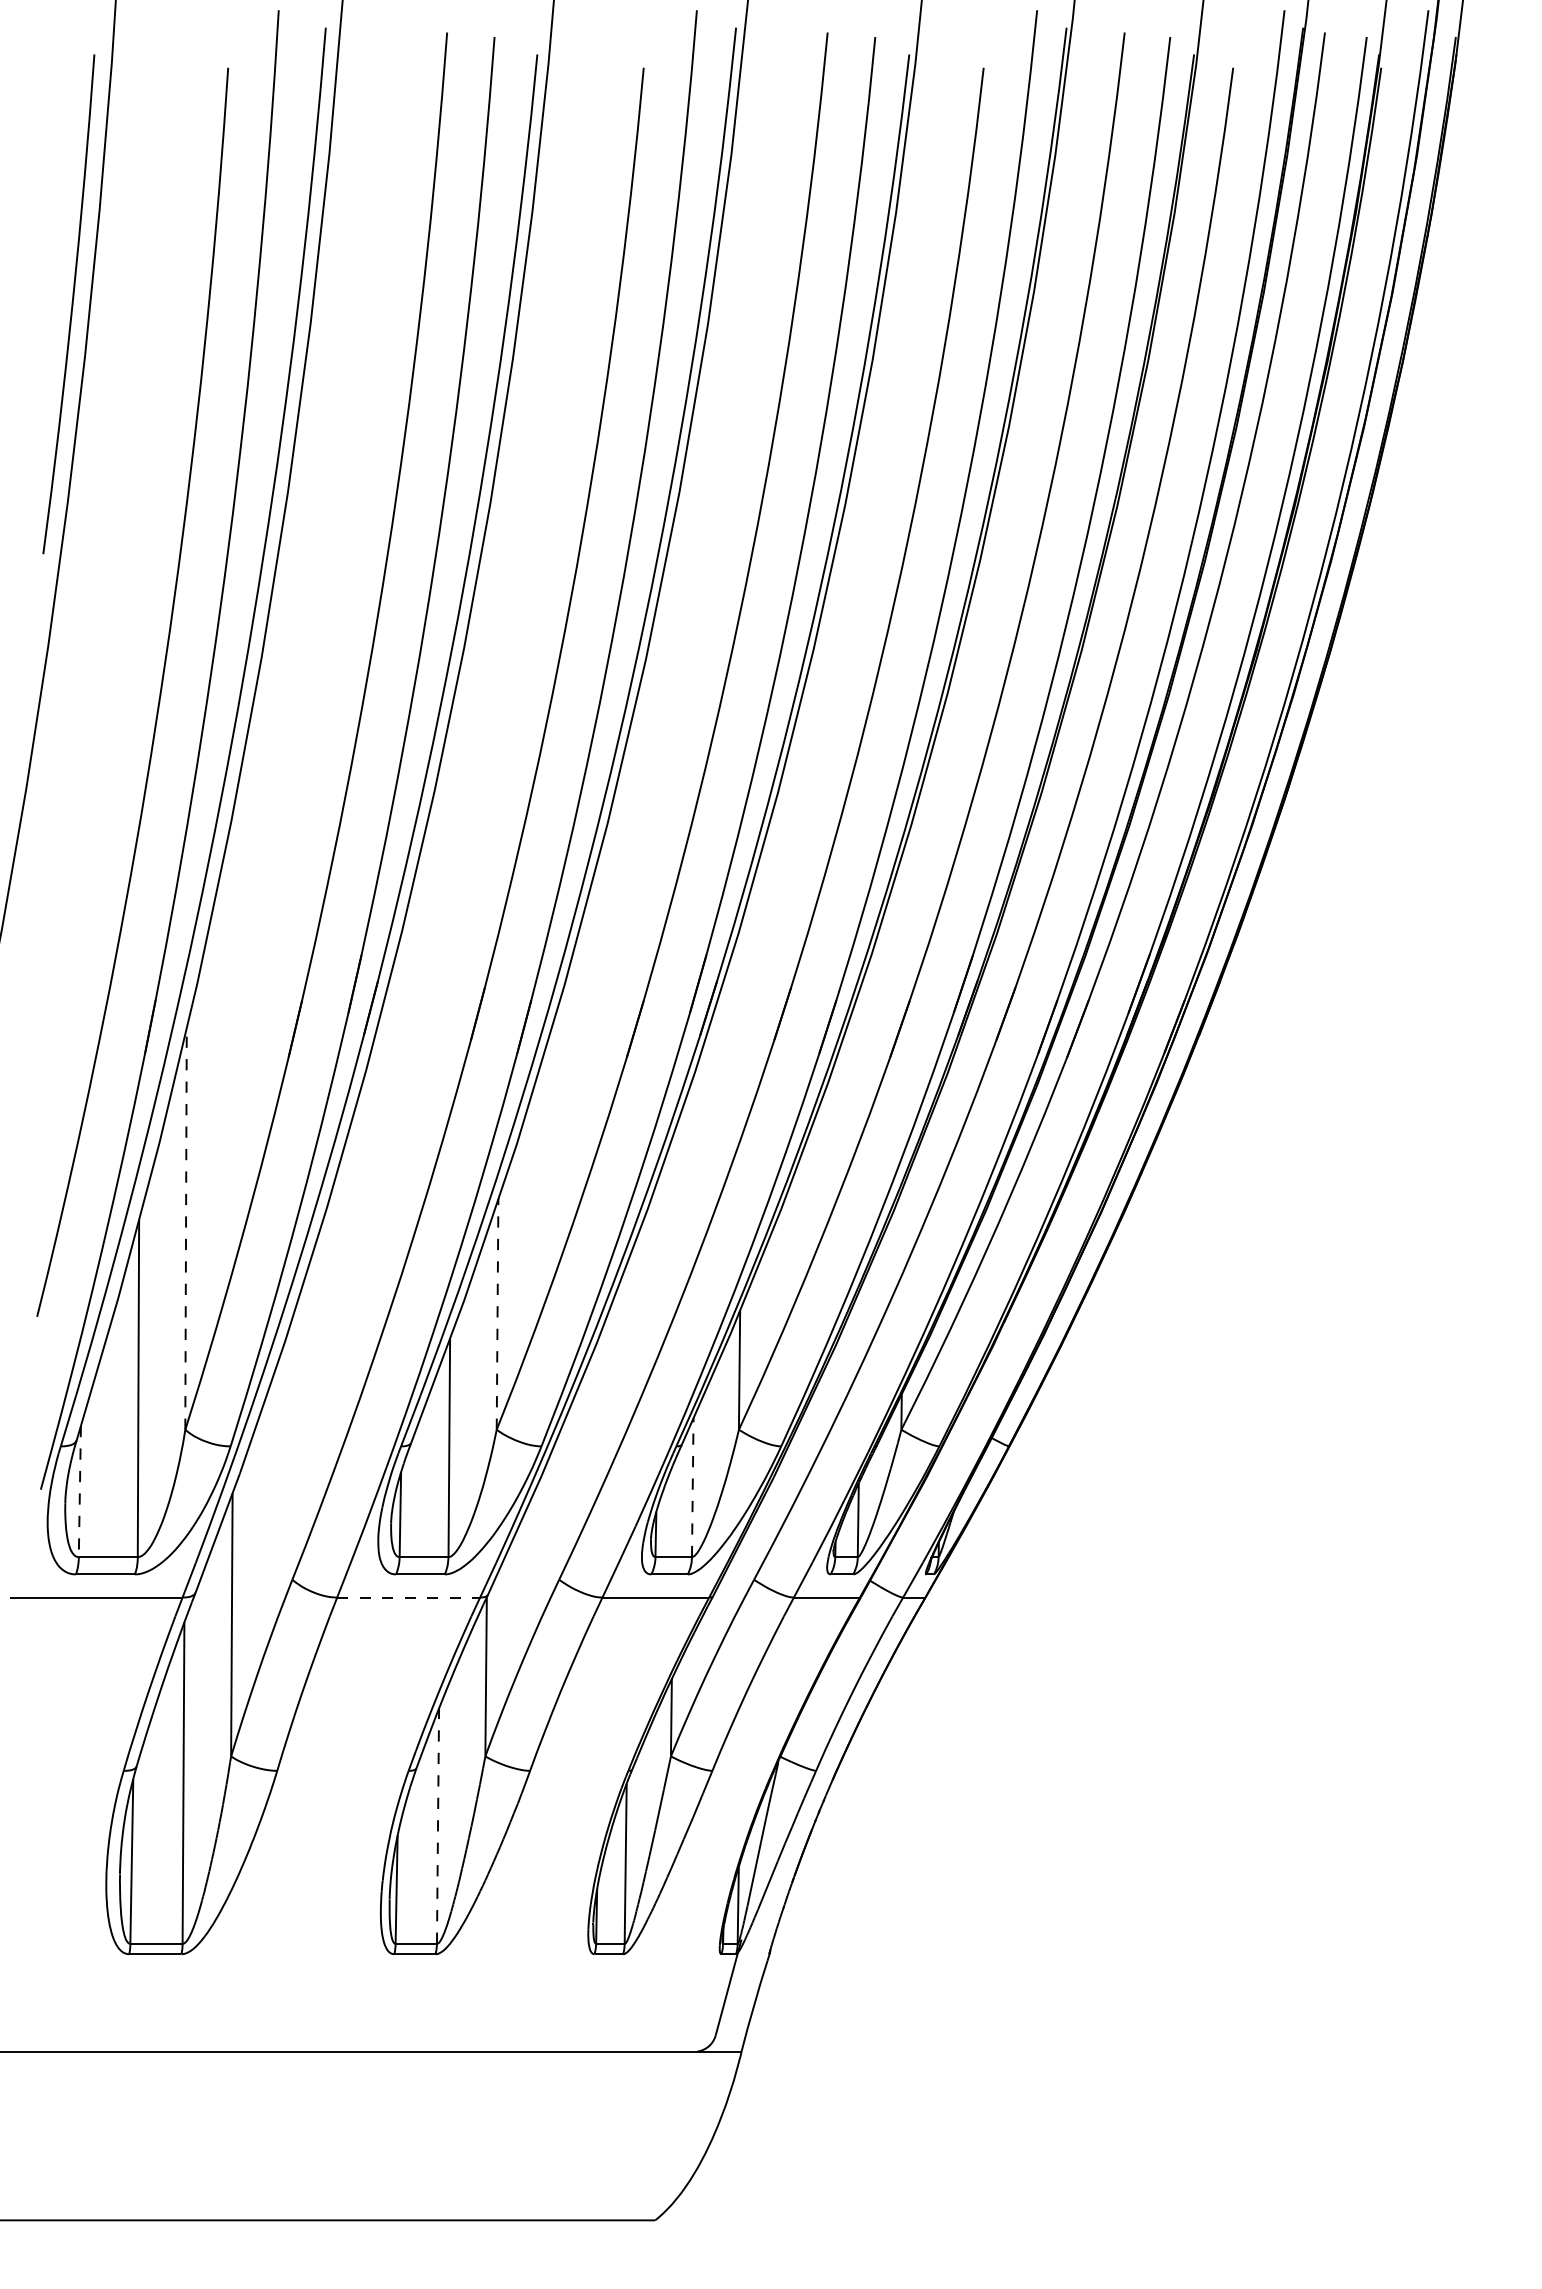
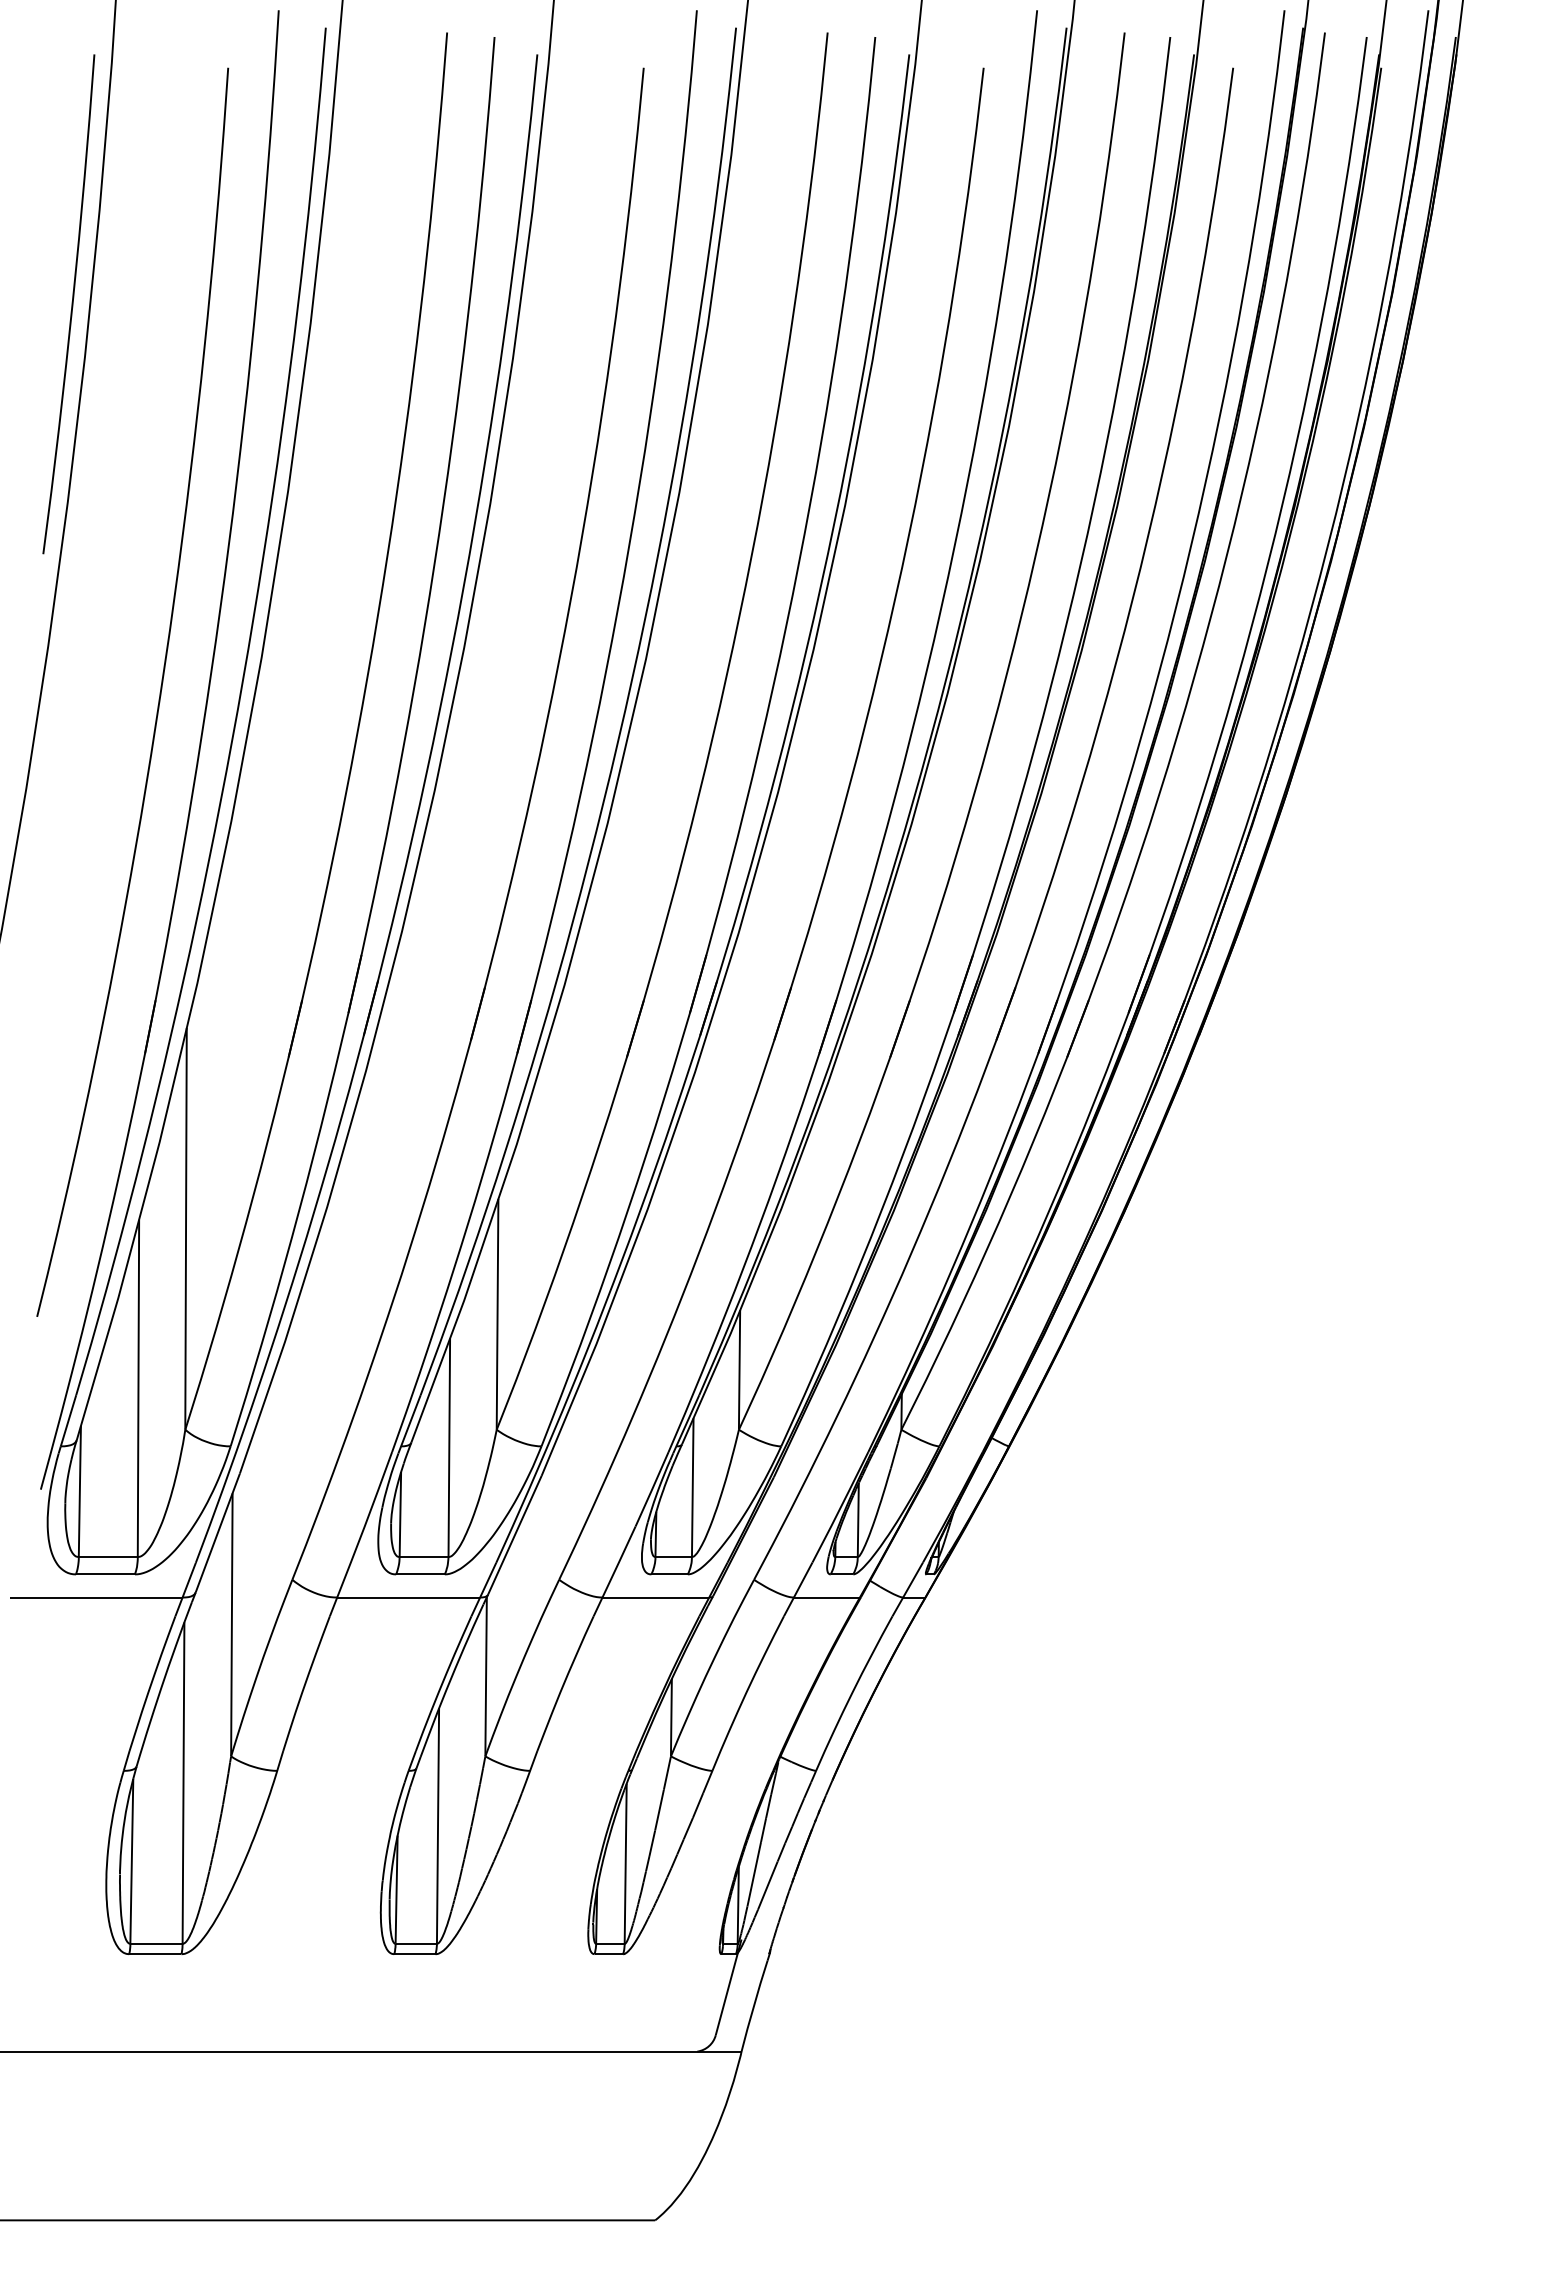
line at (186, 1228): dashed -> solid
line at (497, 1313): dashed -> solid
line at (692, 1487): dashed -> solid
line at (79, 1491): dashed -> solid
line at (408, 1597): dashed -> solid
line at (438, 1826): dashed -> solid
